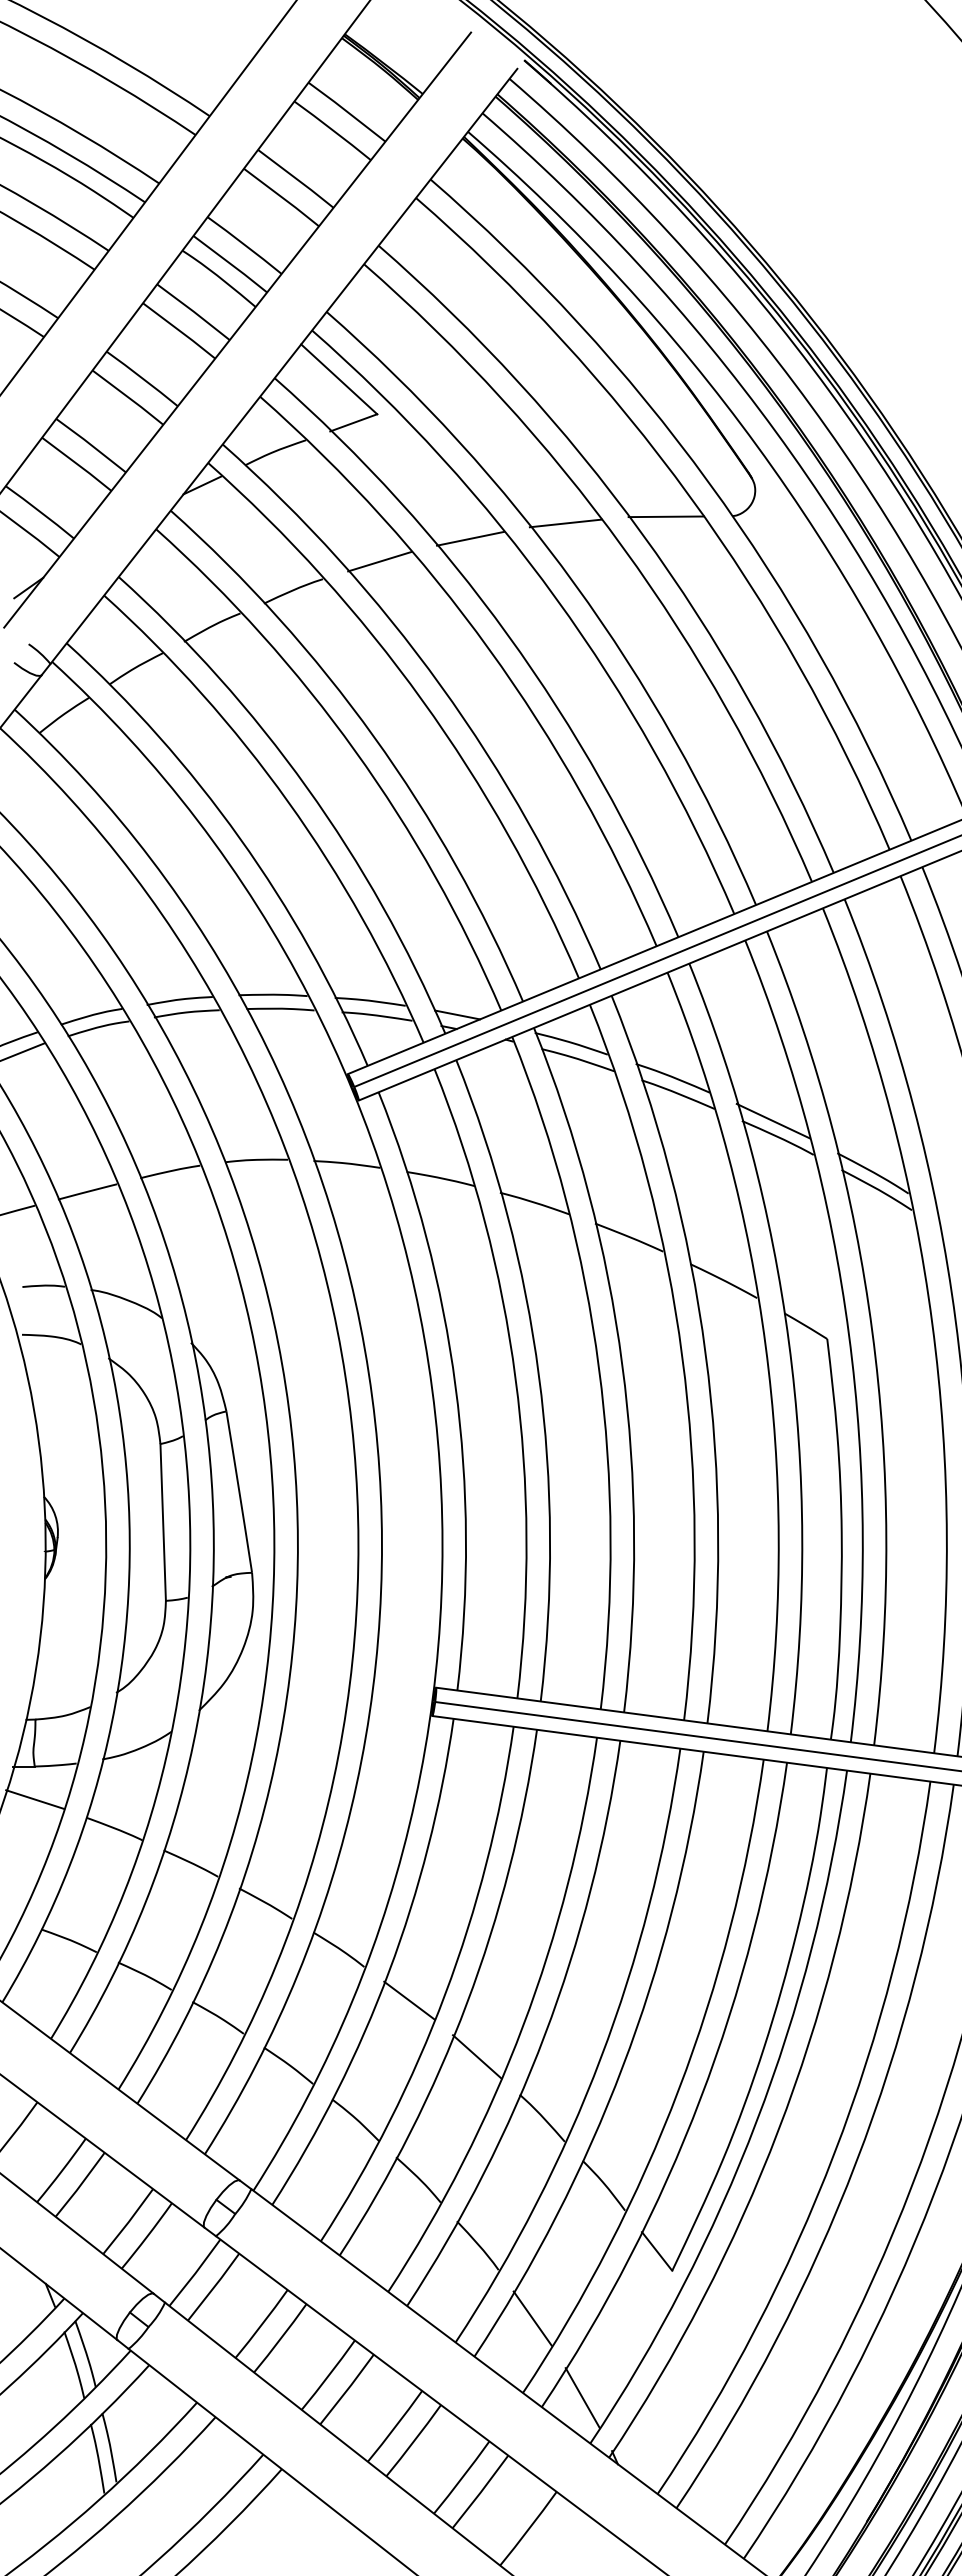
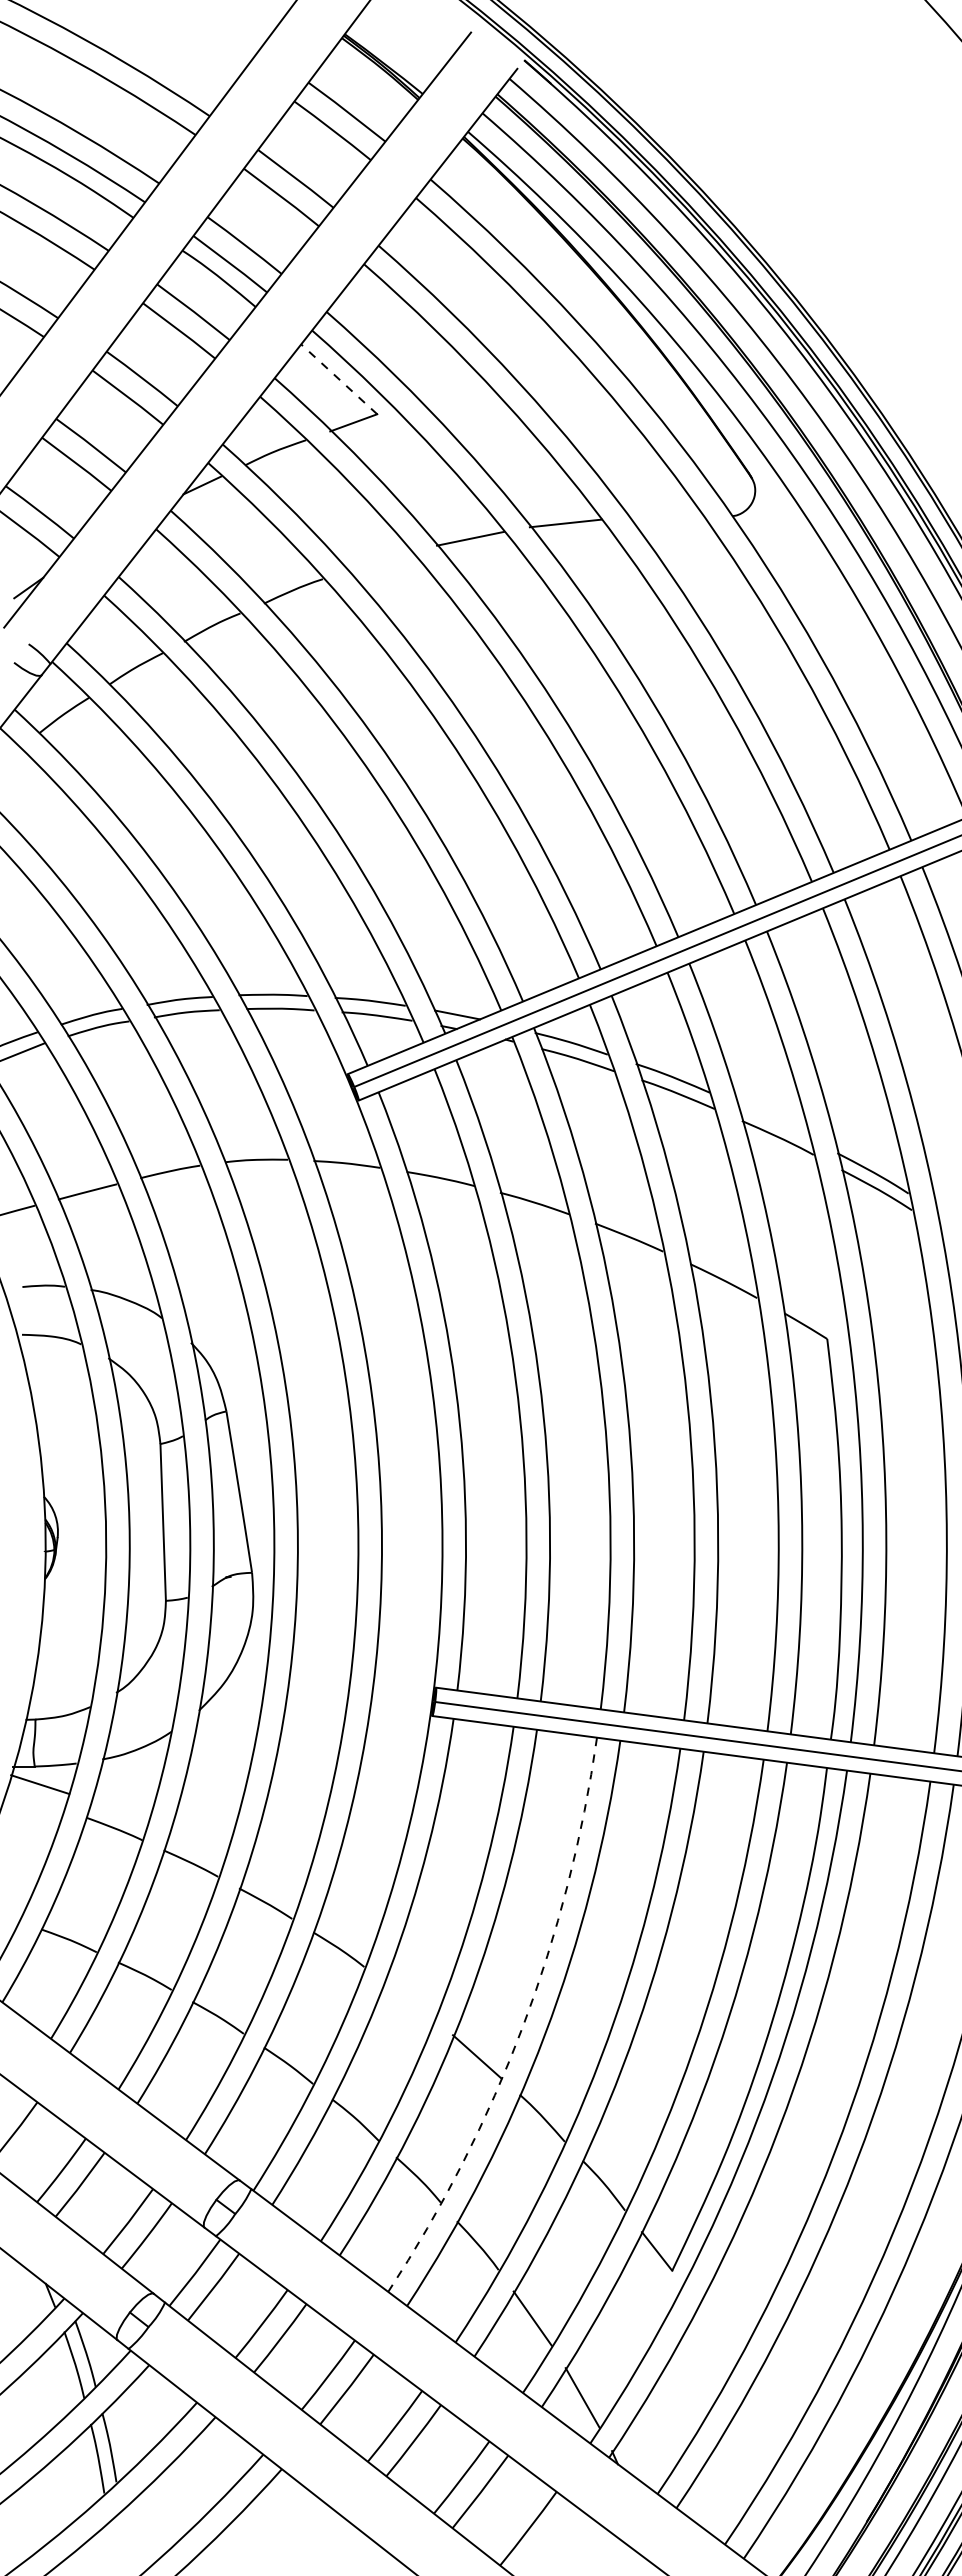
line at (339, 379): solid -> dashed
line at (665, 516): present -> none
line at (379, 561): present -> none
line at (772, 1120): present -> none
line at (35, 1799) position: (35, 1799) -> (40, 1784)
line at (409, 2000): present -> none
arc at (523, 2026): solid -> dashed
